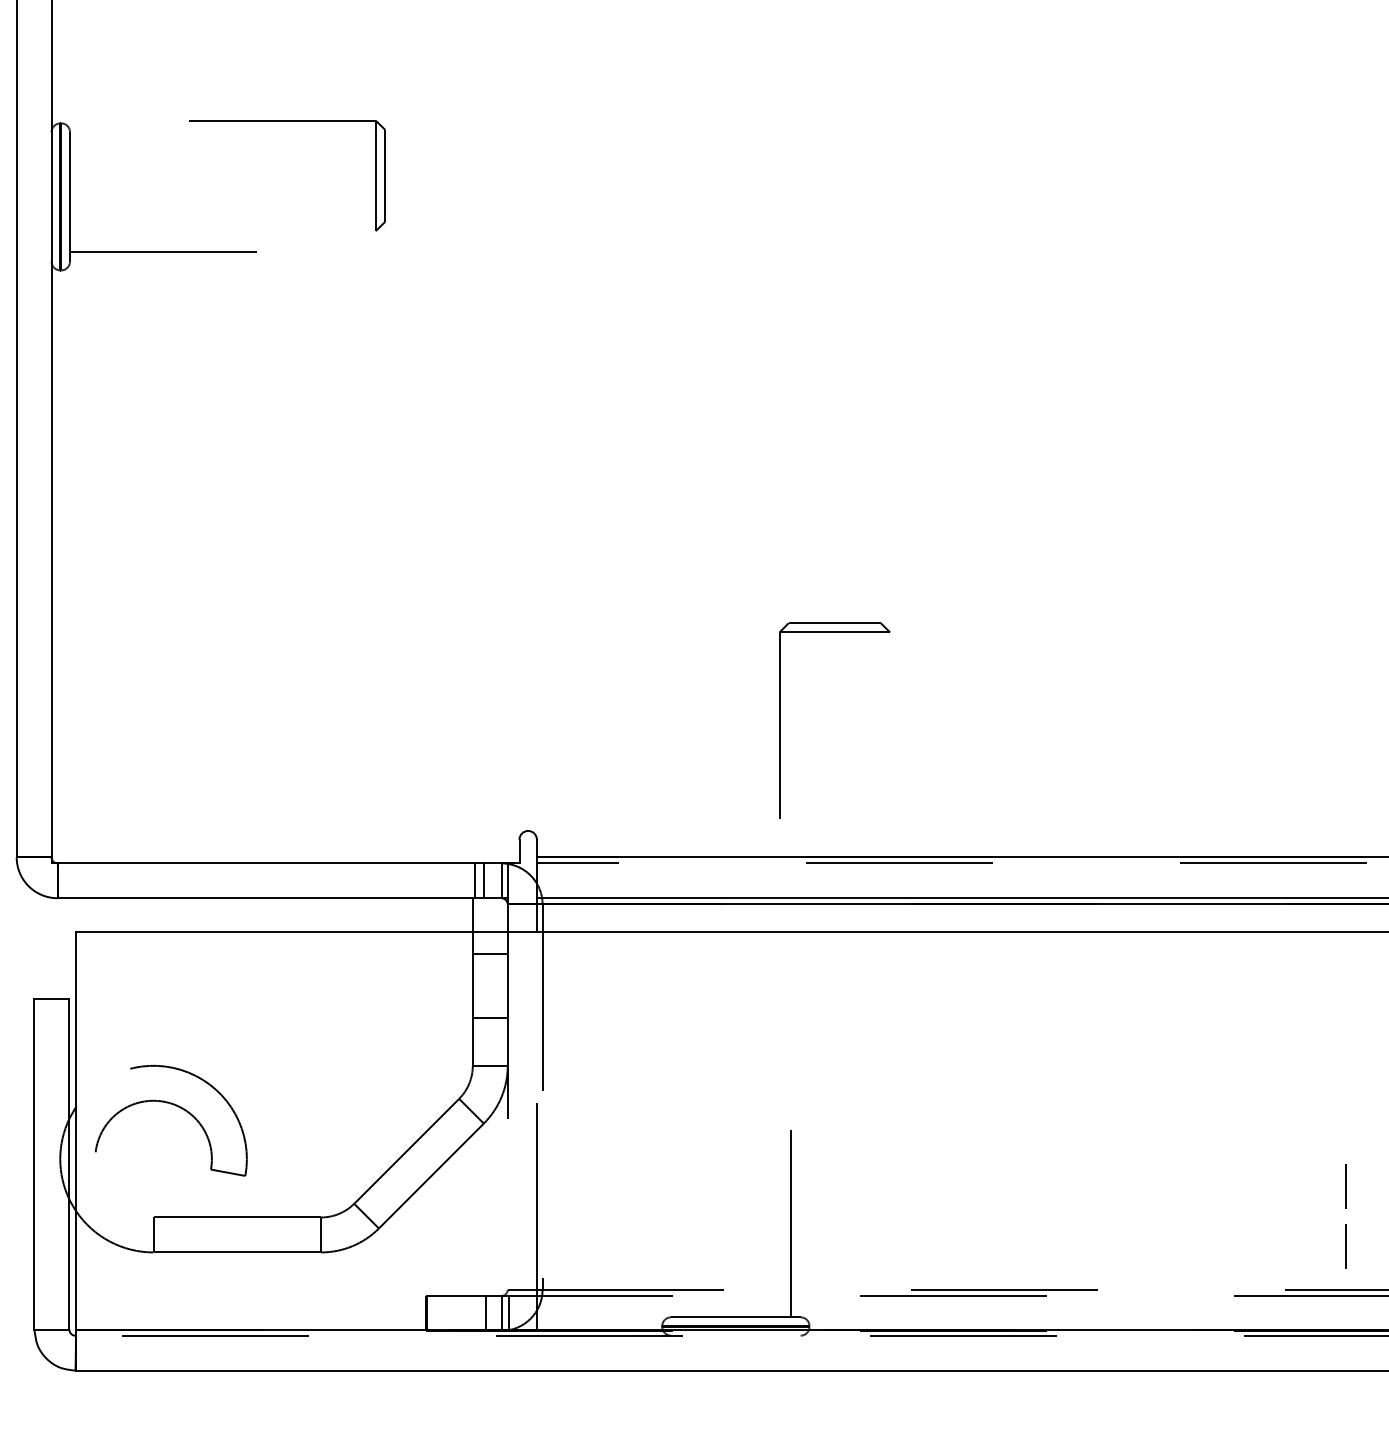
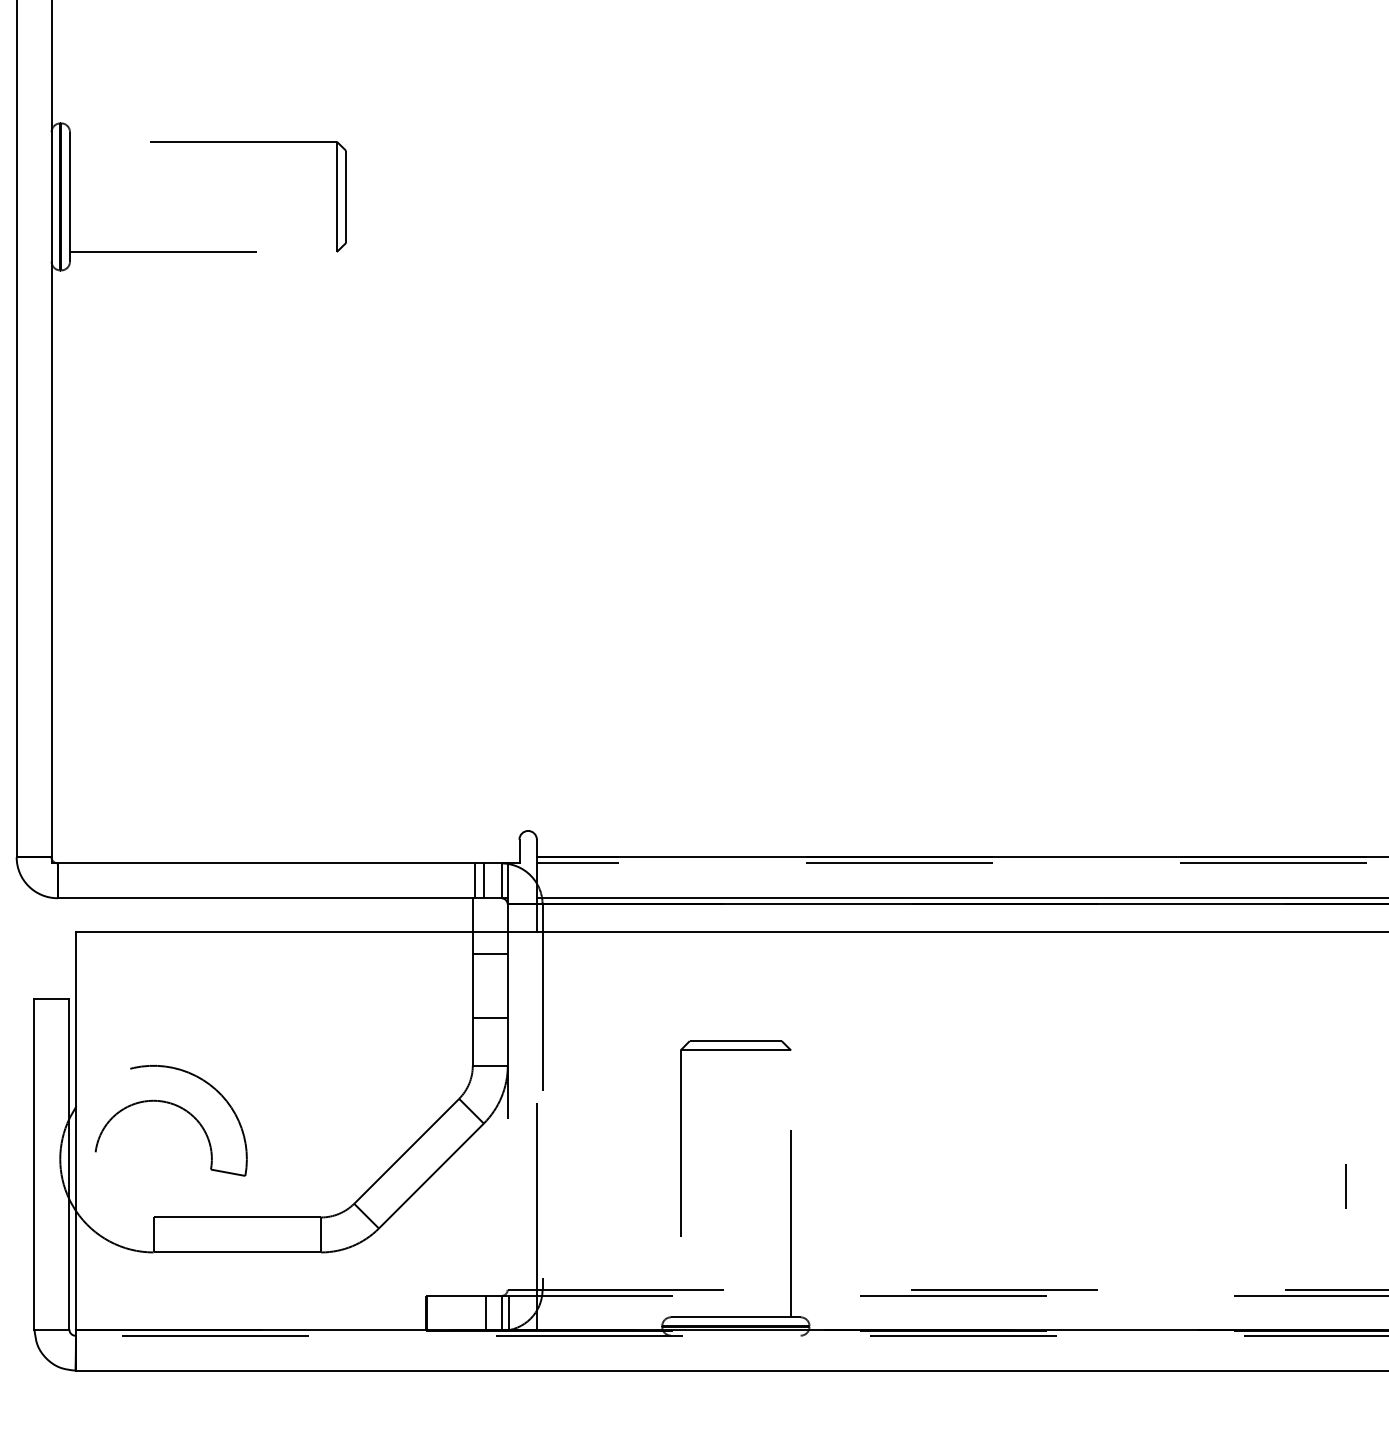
part at (287, 121) position: (287, 121) -> (248, 142)
part at (780, 720) position: (780, 720) -> (681, 1138)
line at (1345, 1246): present -> none
